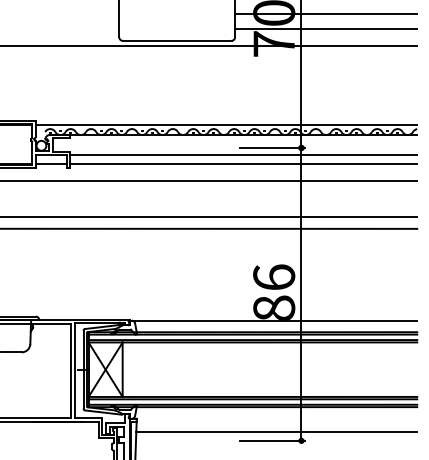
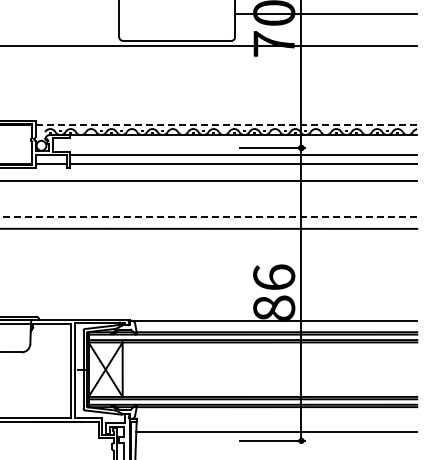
line at (326, 29): present -> none
line at (226, 124): solid -> dashed
line at (208, 217): solid -> dashed
